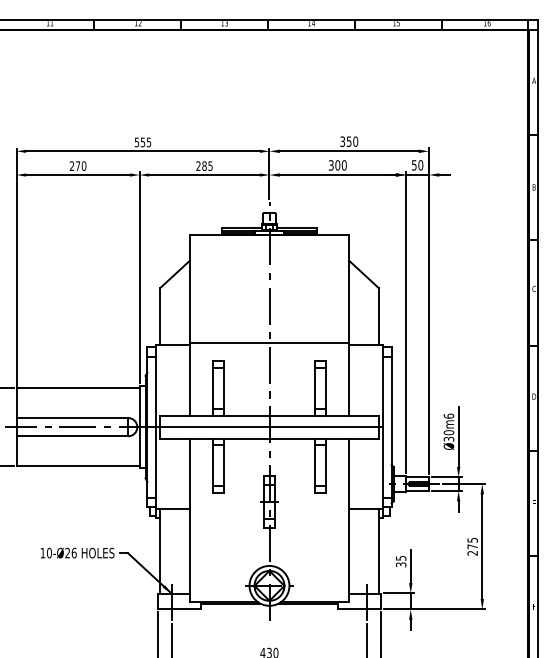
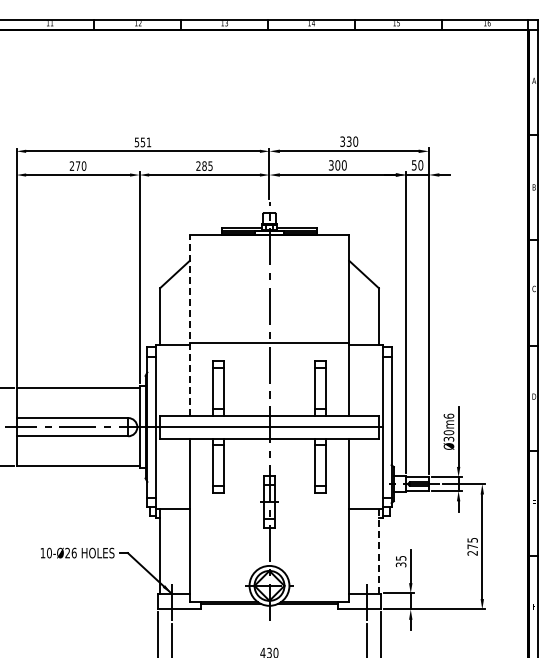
text at (349, 141): 350 -> 330
text at (148, 142): 555 -> 551
line at (189, 325): solid -> dashed
line at (378, 550): solid -> dashed
